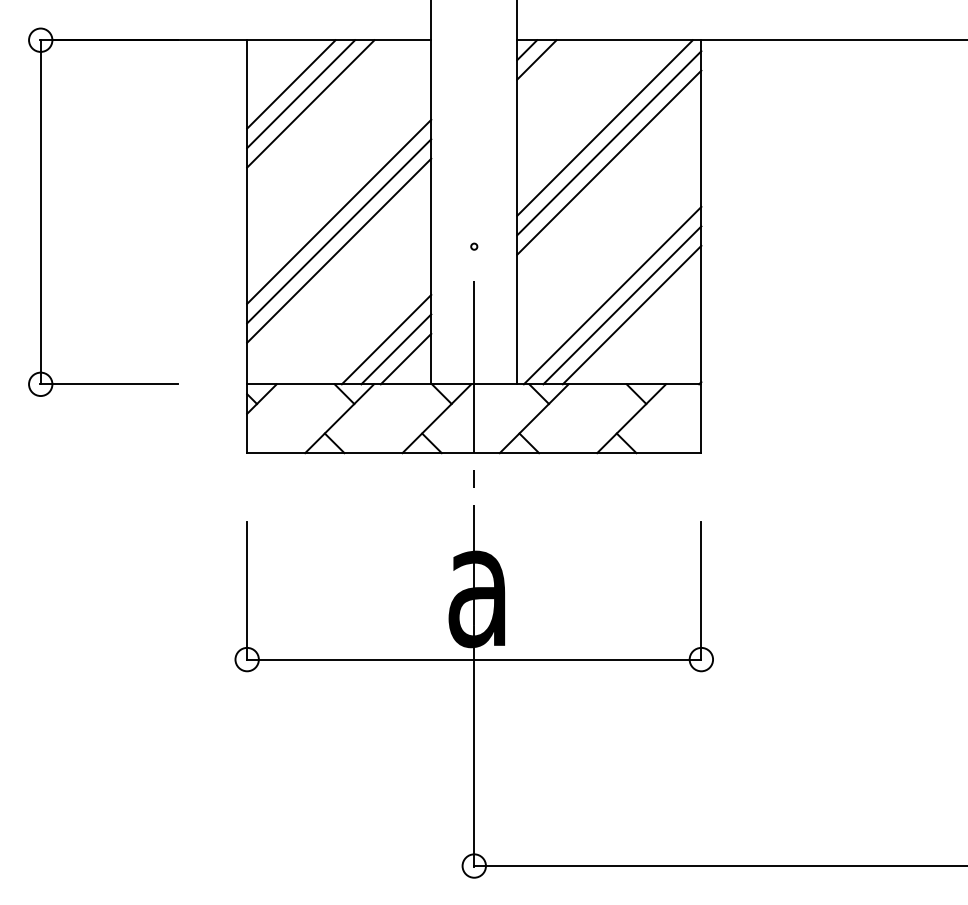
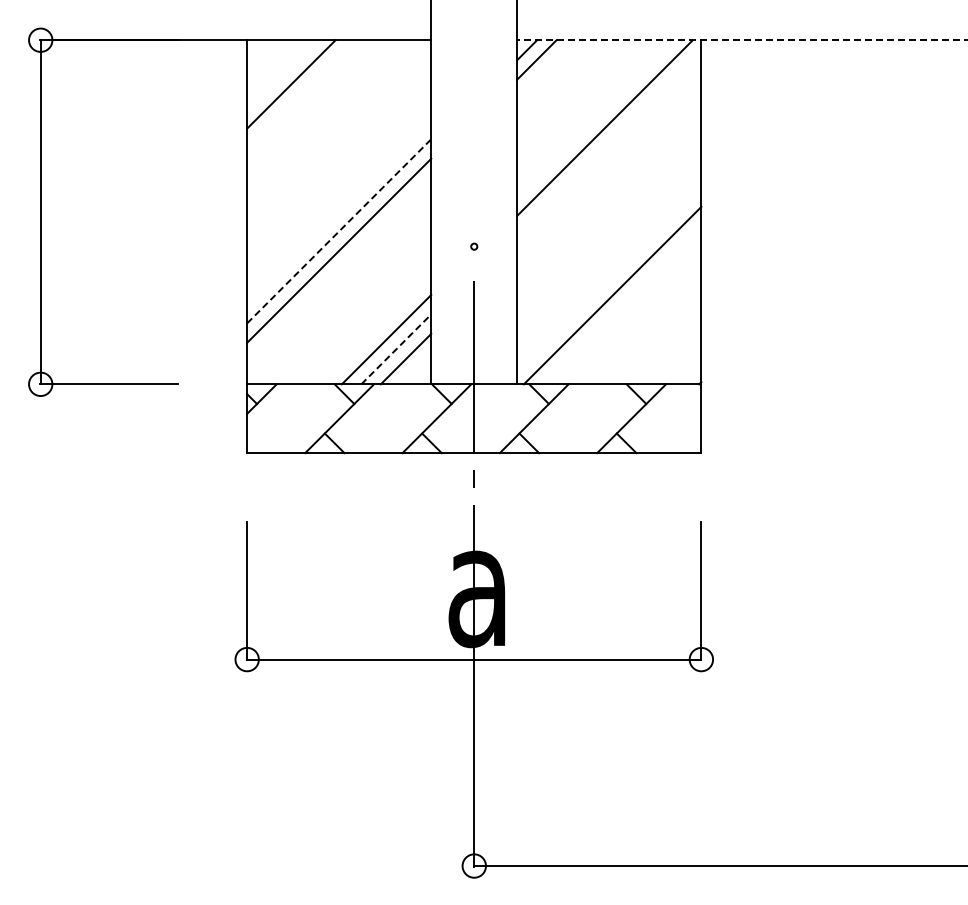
line at (742, 40): solid -> dashed
line at (301, 94): present -> none
line at (310, 103): present -> none
line at (609, 143): present -> none
line at (609, 162): present -> none
line at (339, 211): present -> none
line at (339, 230): solid -> dashed
line at (622, 305): present -> none
line at (631, 314): present -> none
line at (396, 349): solid -> dashed
